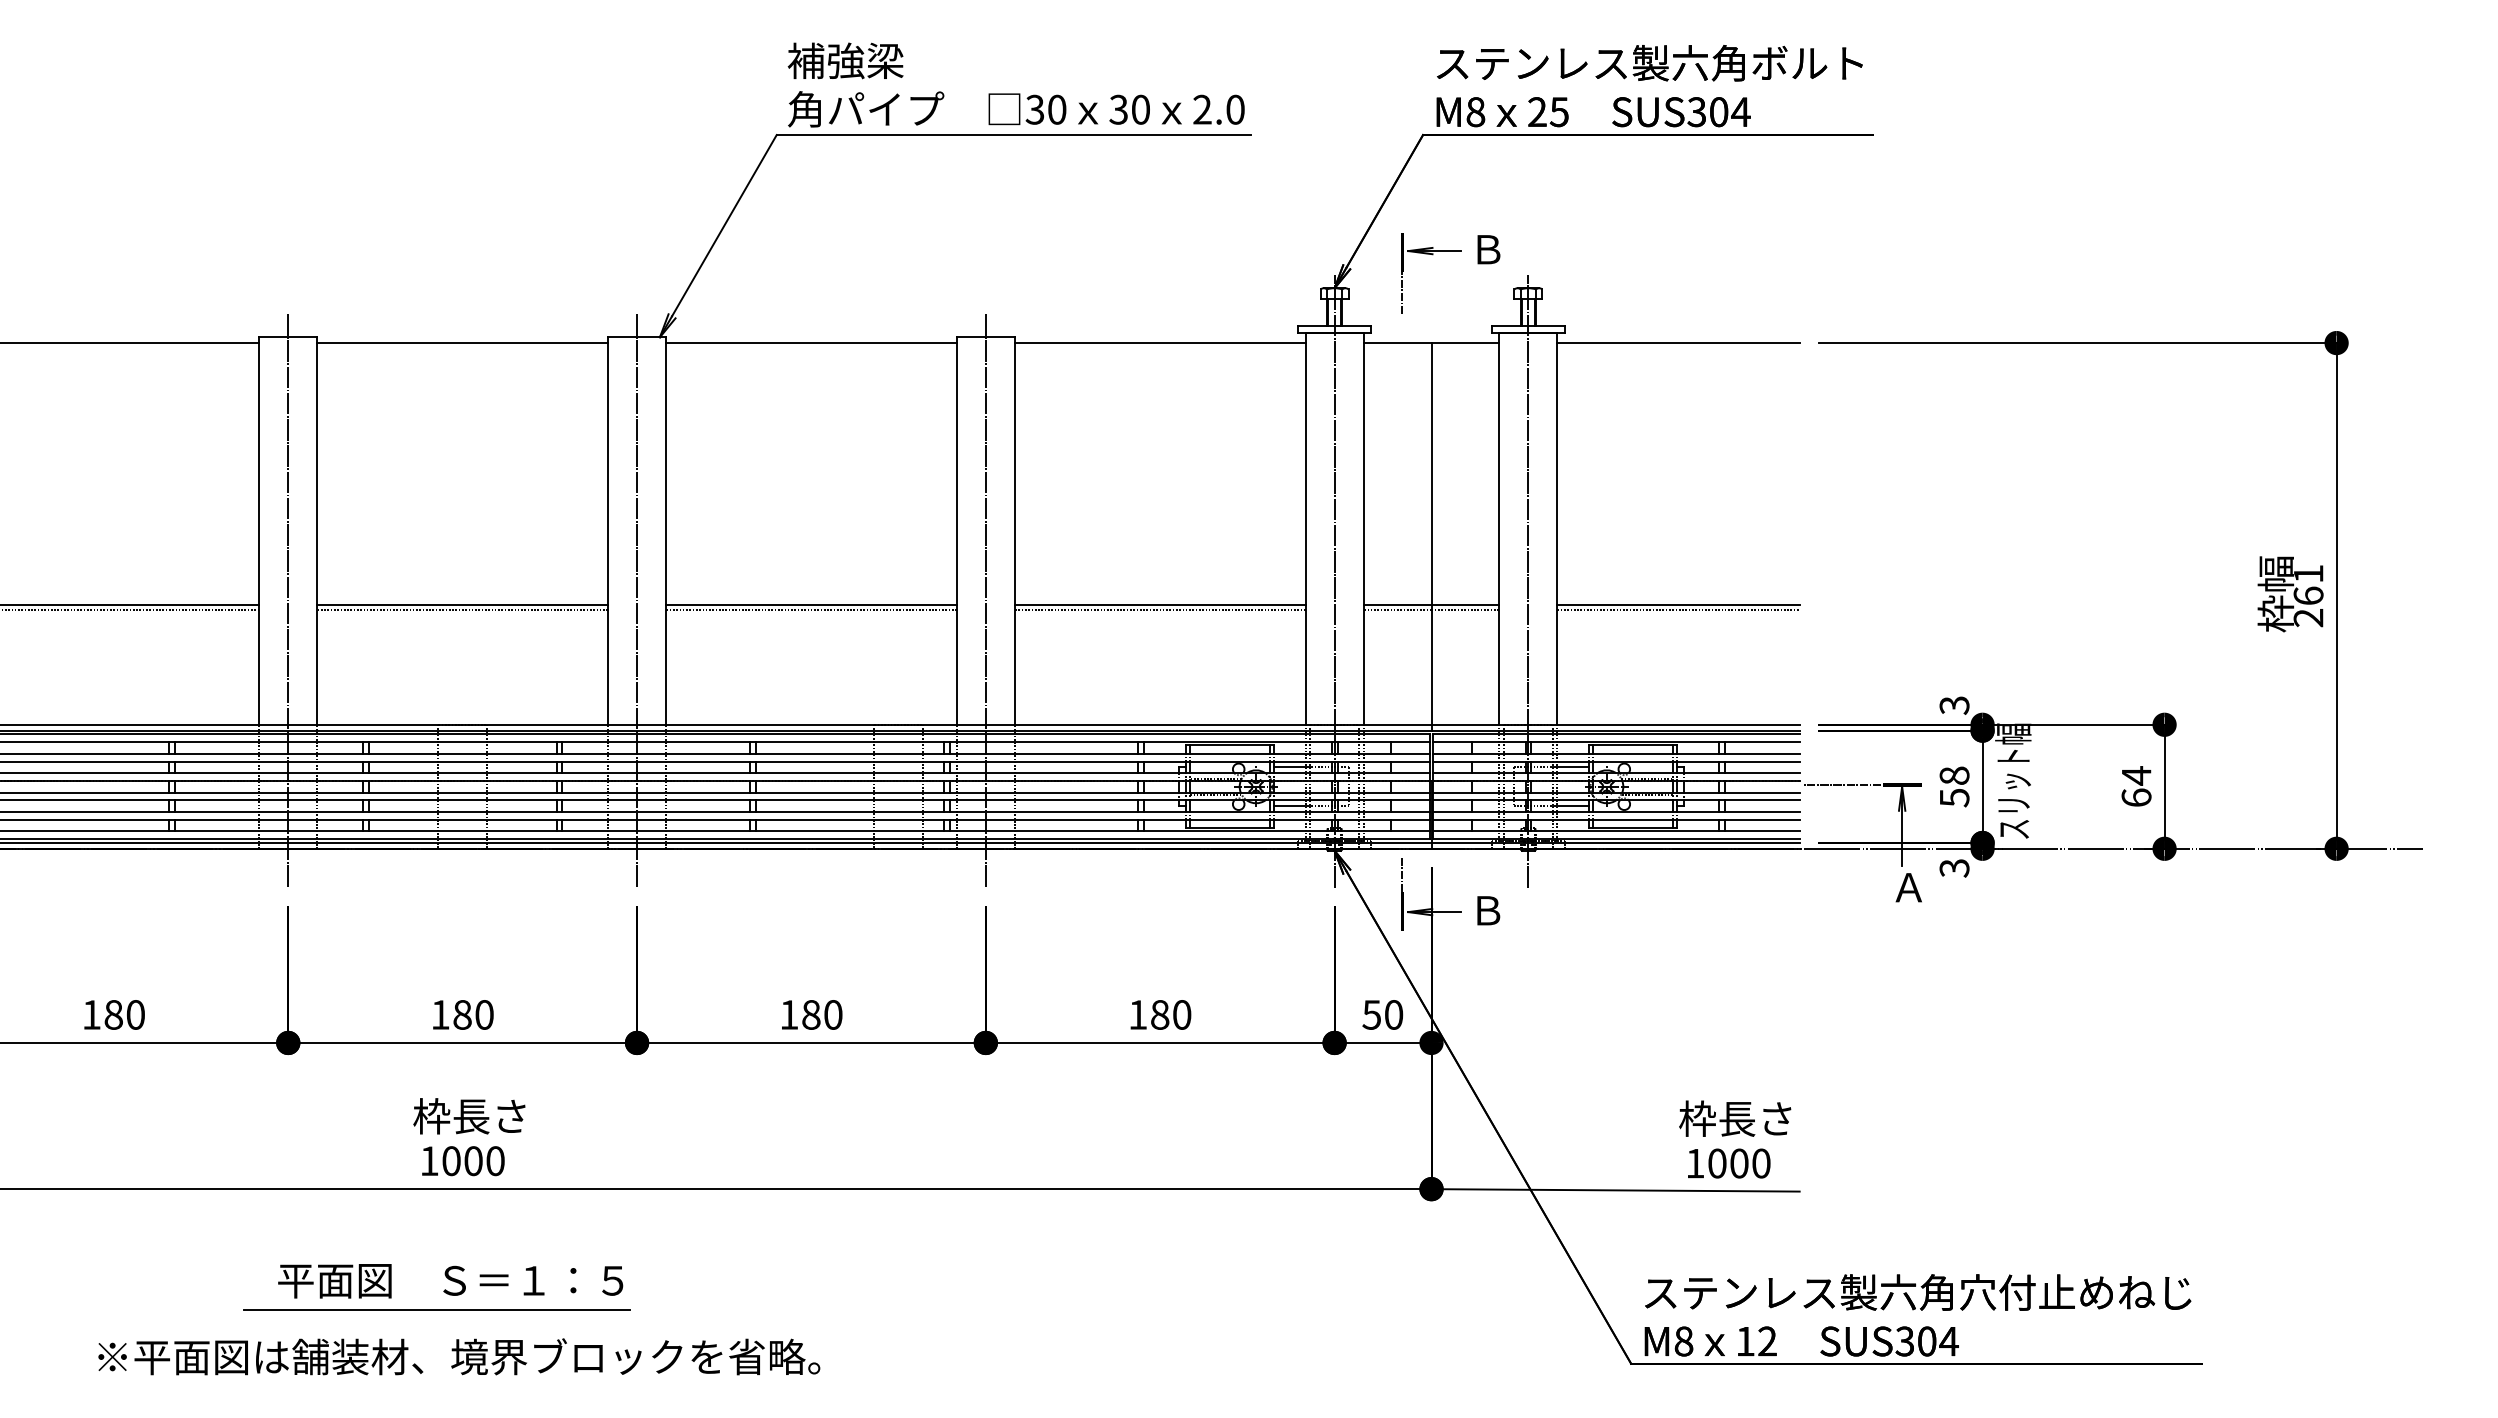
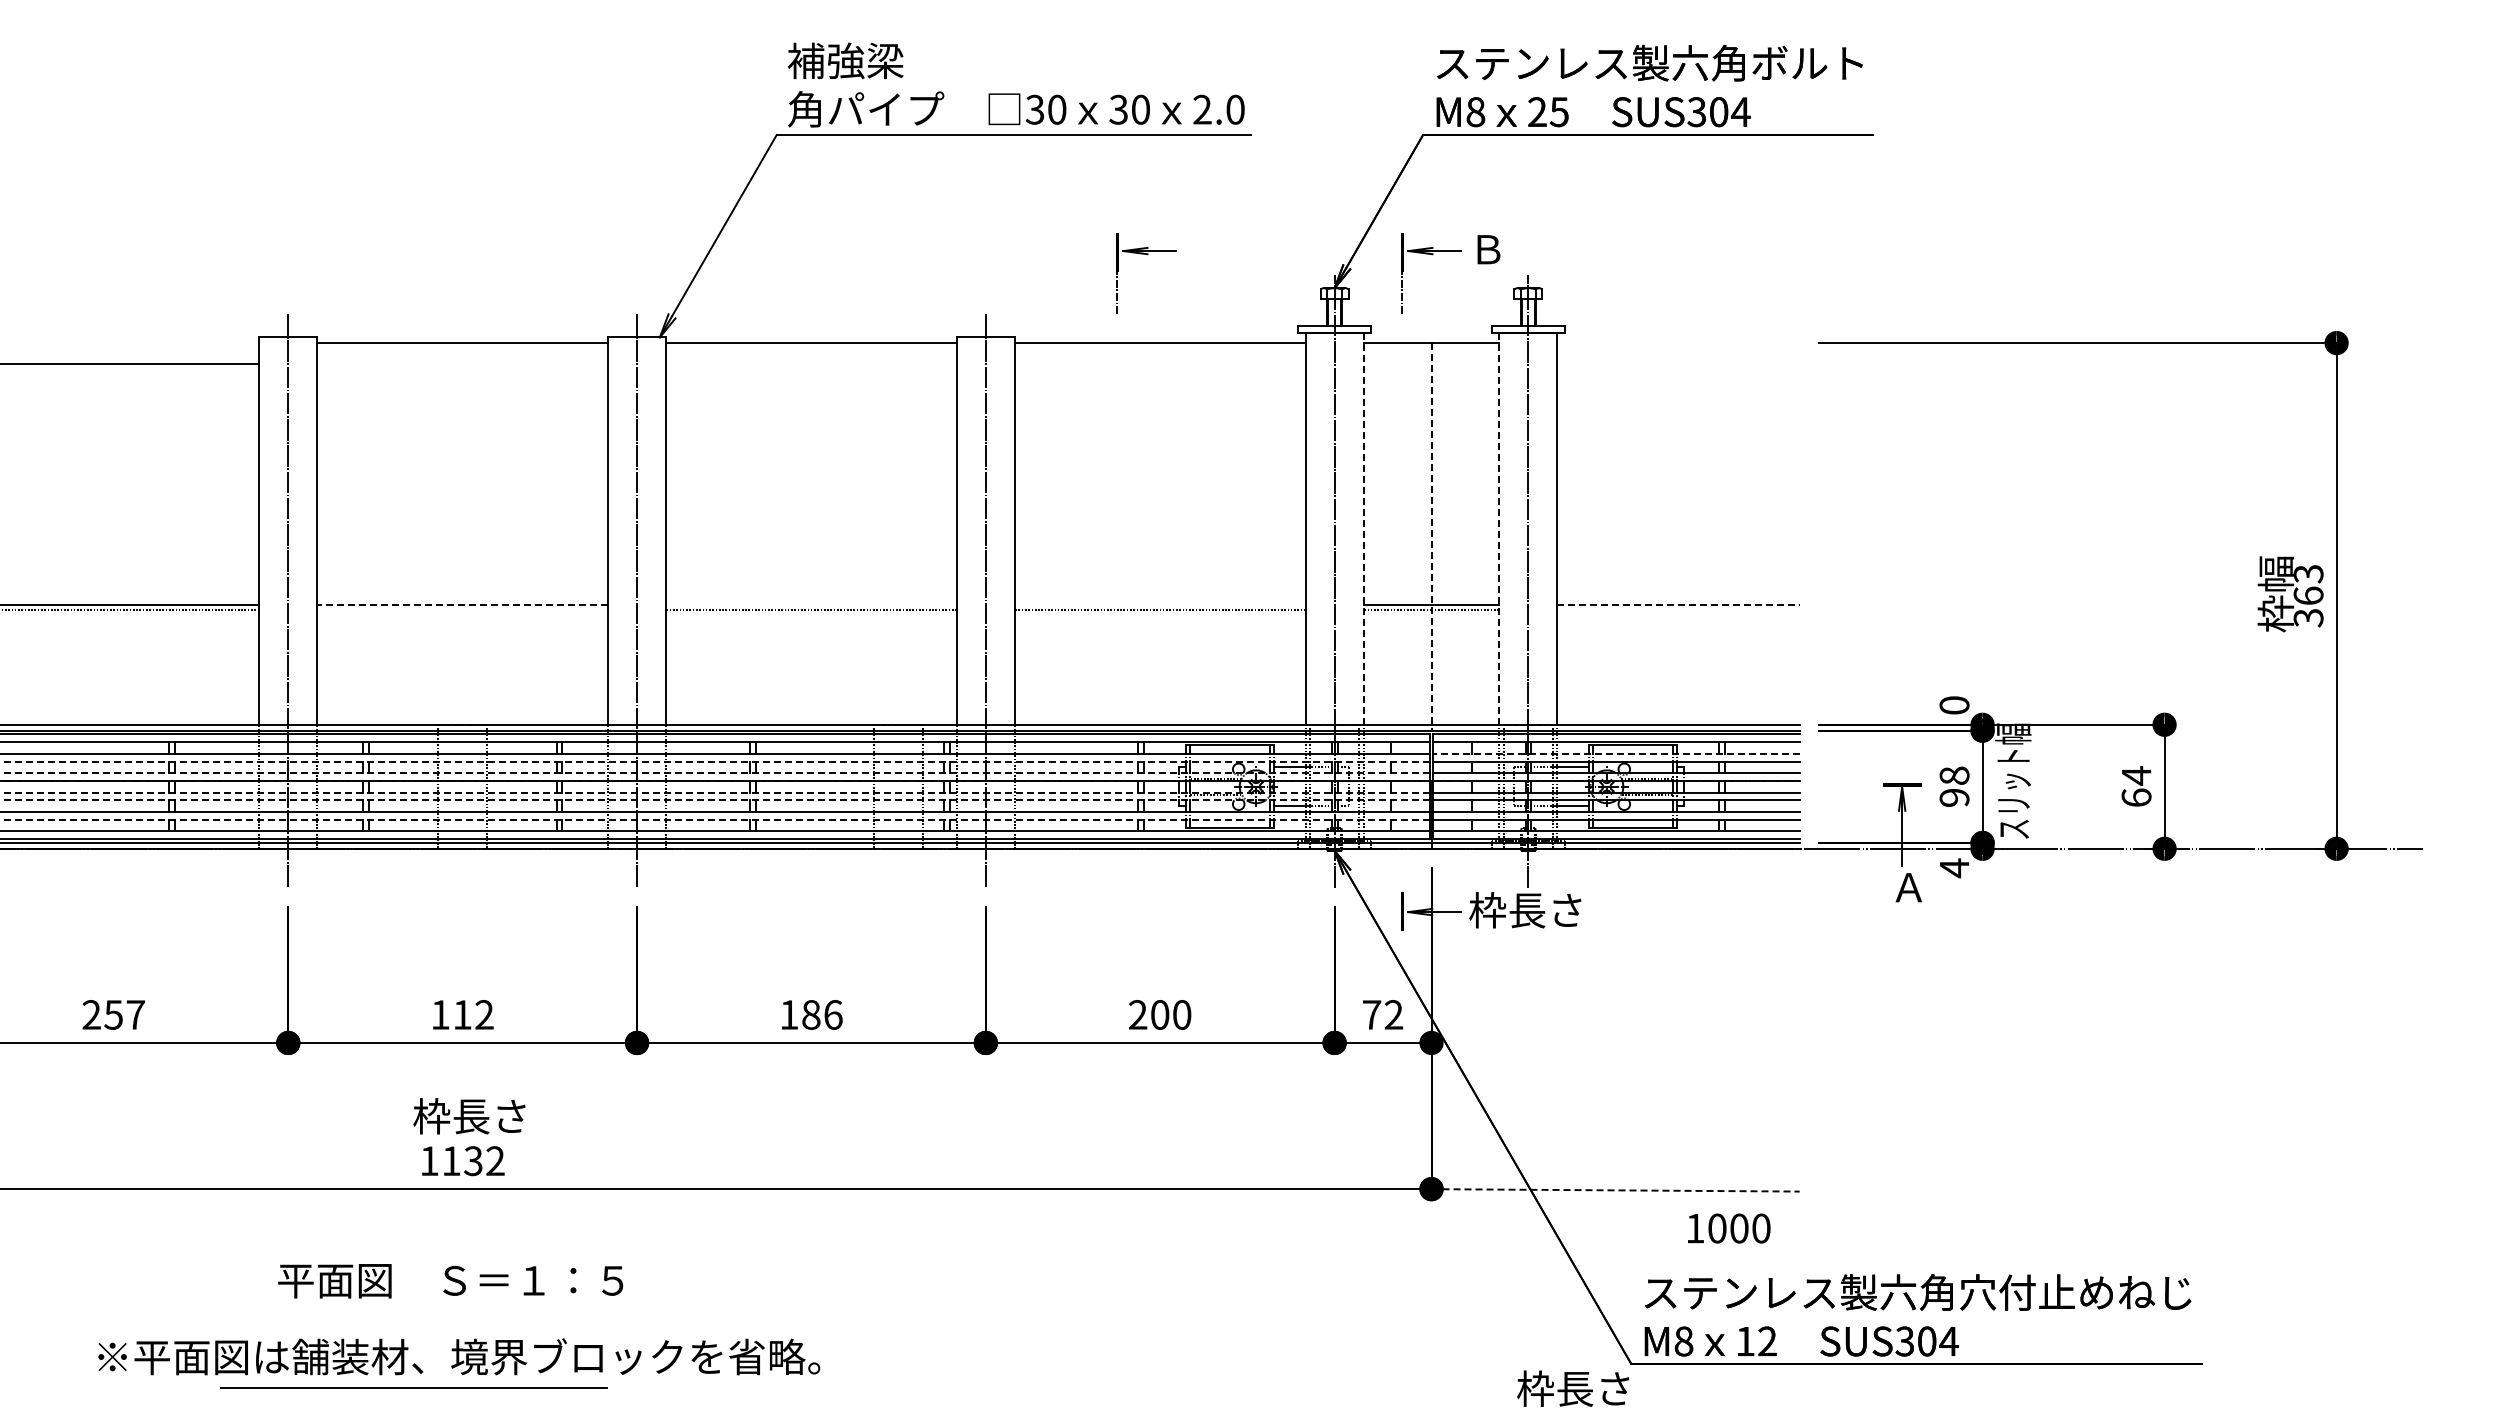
part at (1147, 255): none -> present
line at (130, 343) position: (130, 343) -> (130, 364)
line at (1678, 343): present -> none
line at (1363, 529): solid -> dashed
line at (1499, 529): solid -> dashed
line at (1431, 536): solid -> dashed
text at (2308, 596): 261 -> 363
line at (462, 604): solid -> dashed
line at (811, 604): present -> none
line at (1159, 604): present -> none
line at (1679, 604): solid -> dashed
line at (462, 610): present -> none
line at (1678, 610): present -> none
text at (1954, 705): 3 -> 0
line at (1616, 753): solid -> dashed
line at (714, 761): solid -> dashed
line at (714, 773): solid -> dashed
line at (1842, 784): present -> none
line at (714, 792): solid -> dashed
text at (1954, 798): 58 -> 98
line at (714, 800): solid -> dashed
line at (714, 819): solid -> dashed
text at (1954, 868): 3 -> 4
line at (1402, 875): present -> none
text at (1525, 910): Ｂ -> 枠長さ
text at (113, 1014): 180 -> 257
text at (473, 1014): 180 -> 112
text at (833, 1014): 180 -> 186
text at (1149, 1014): 180 -> 200
text at (1382, 1014): 50 -> 72
text at (1735, 1118) position: (1735, 1118) -> (1573, 1388)
text at (473, 1161): 1000 -> 1132
text at (1729, 1163) position: (1729, 1163) -> (1729, 1228)
line at (1616, 1190): solid -> dashed
line at (436, 1309) position: (436, 1309) -> (413, 1387)
